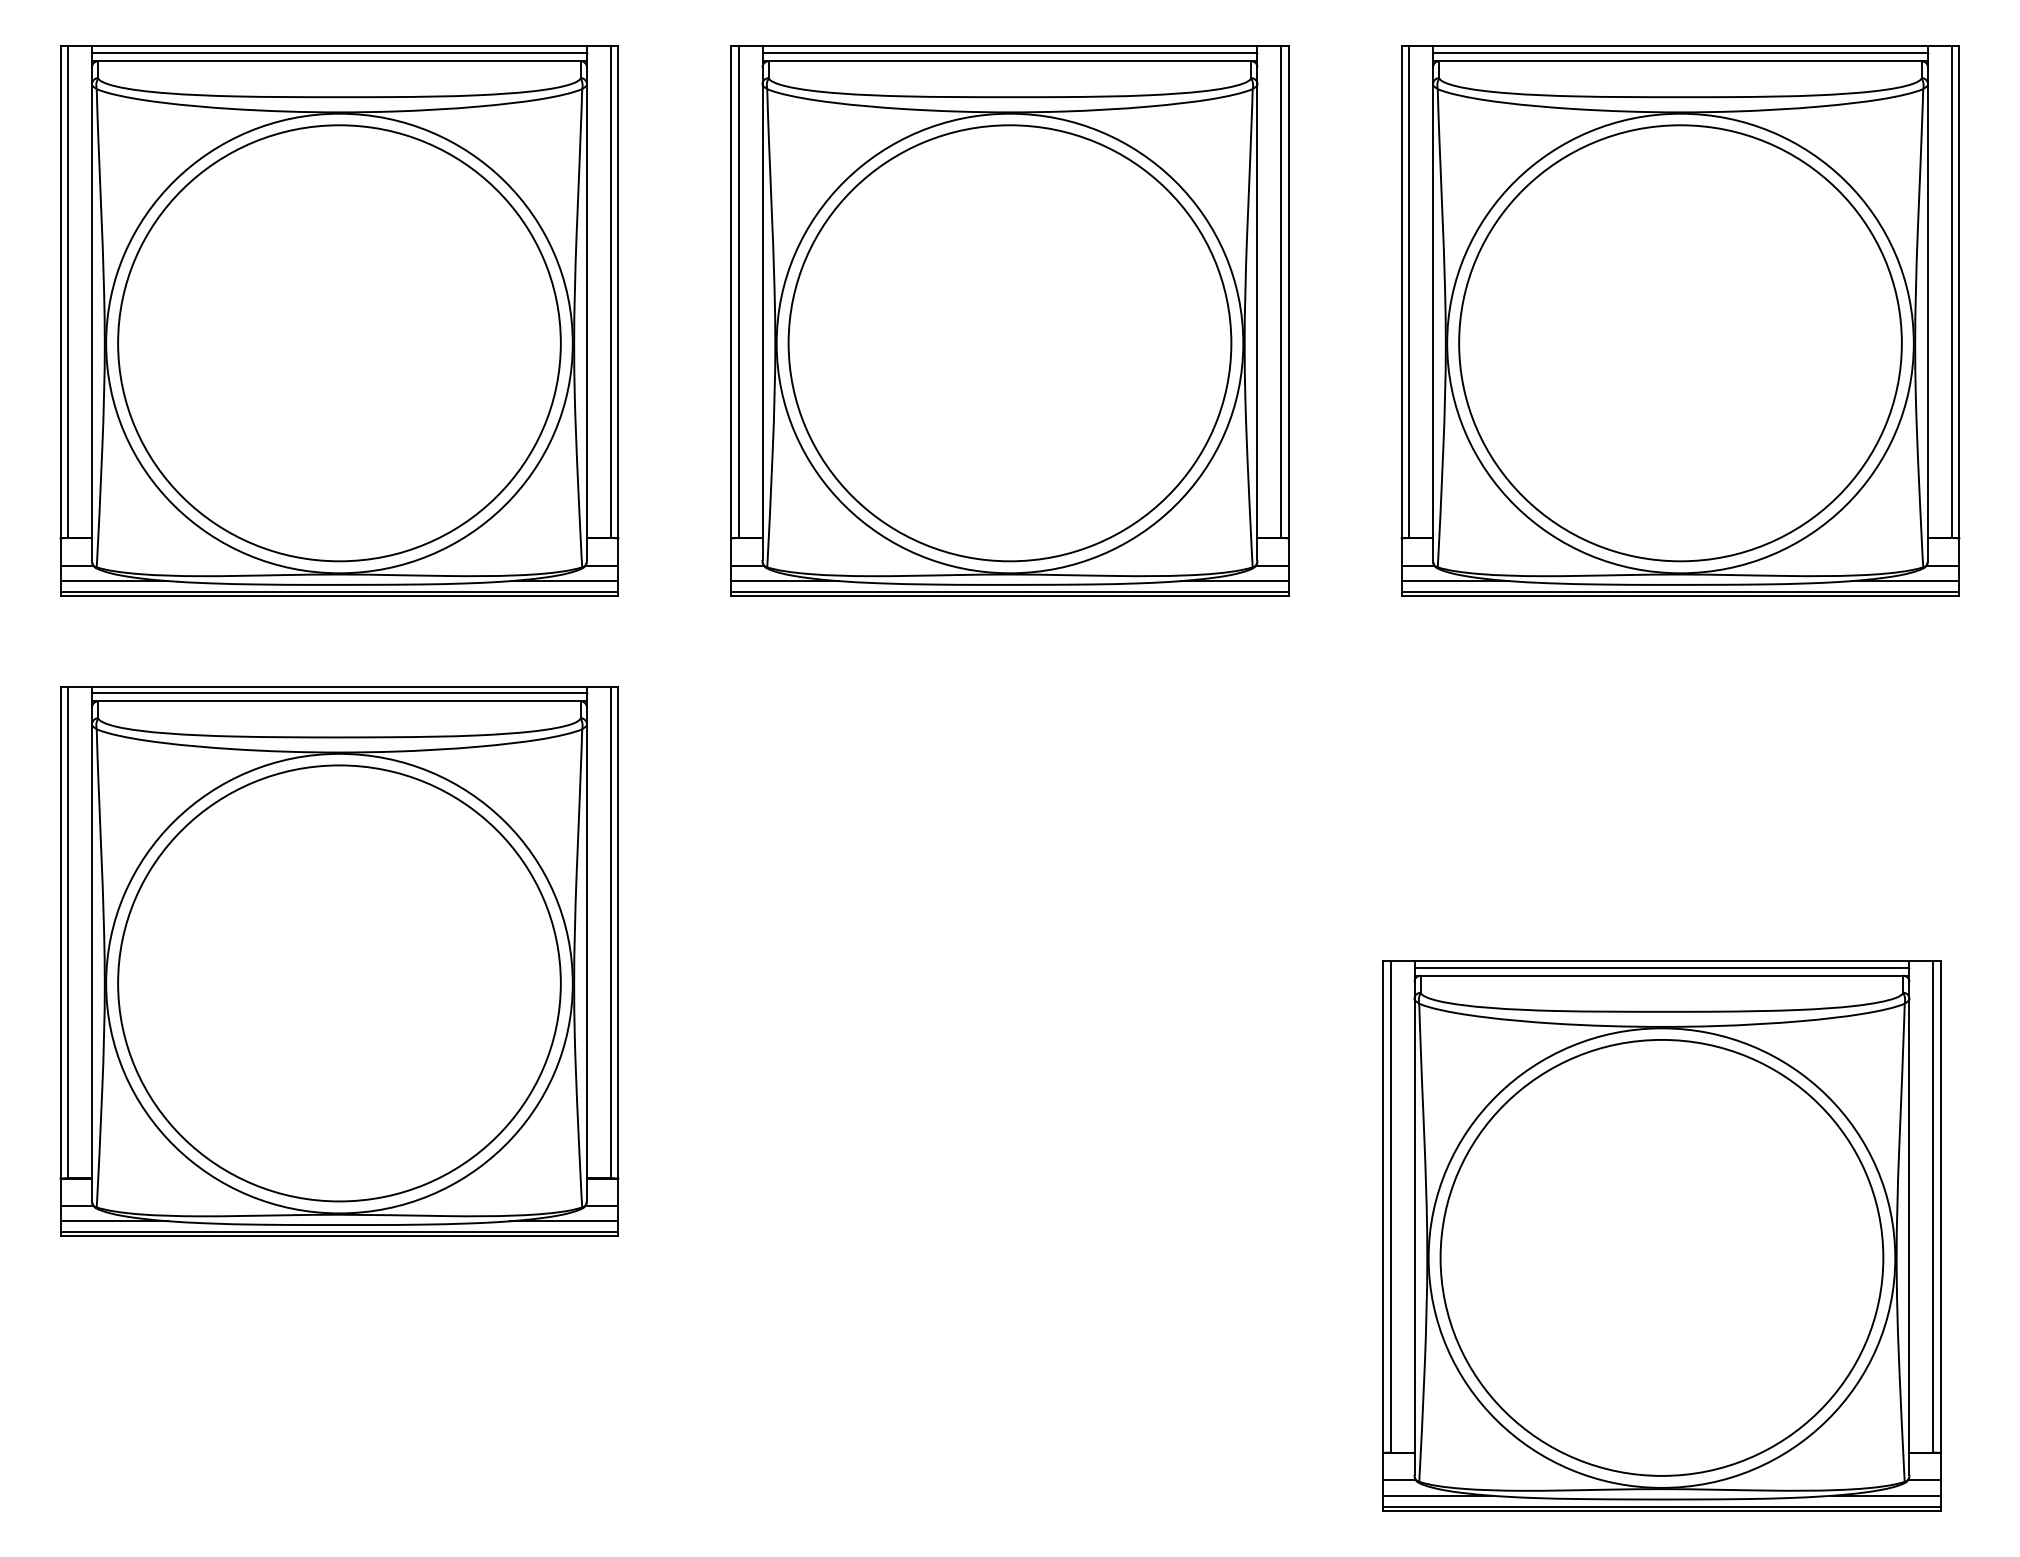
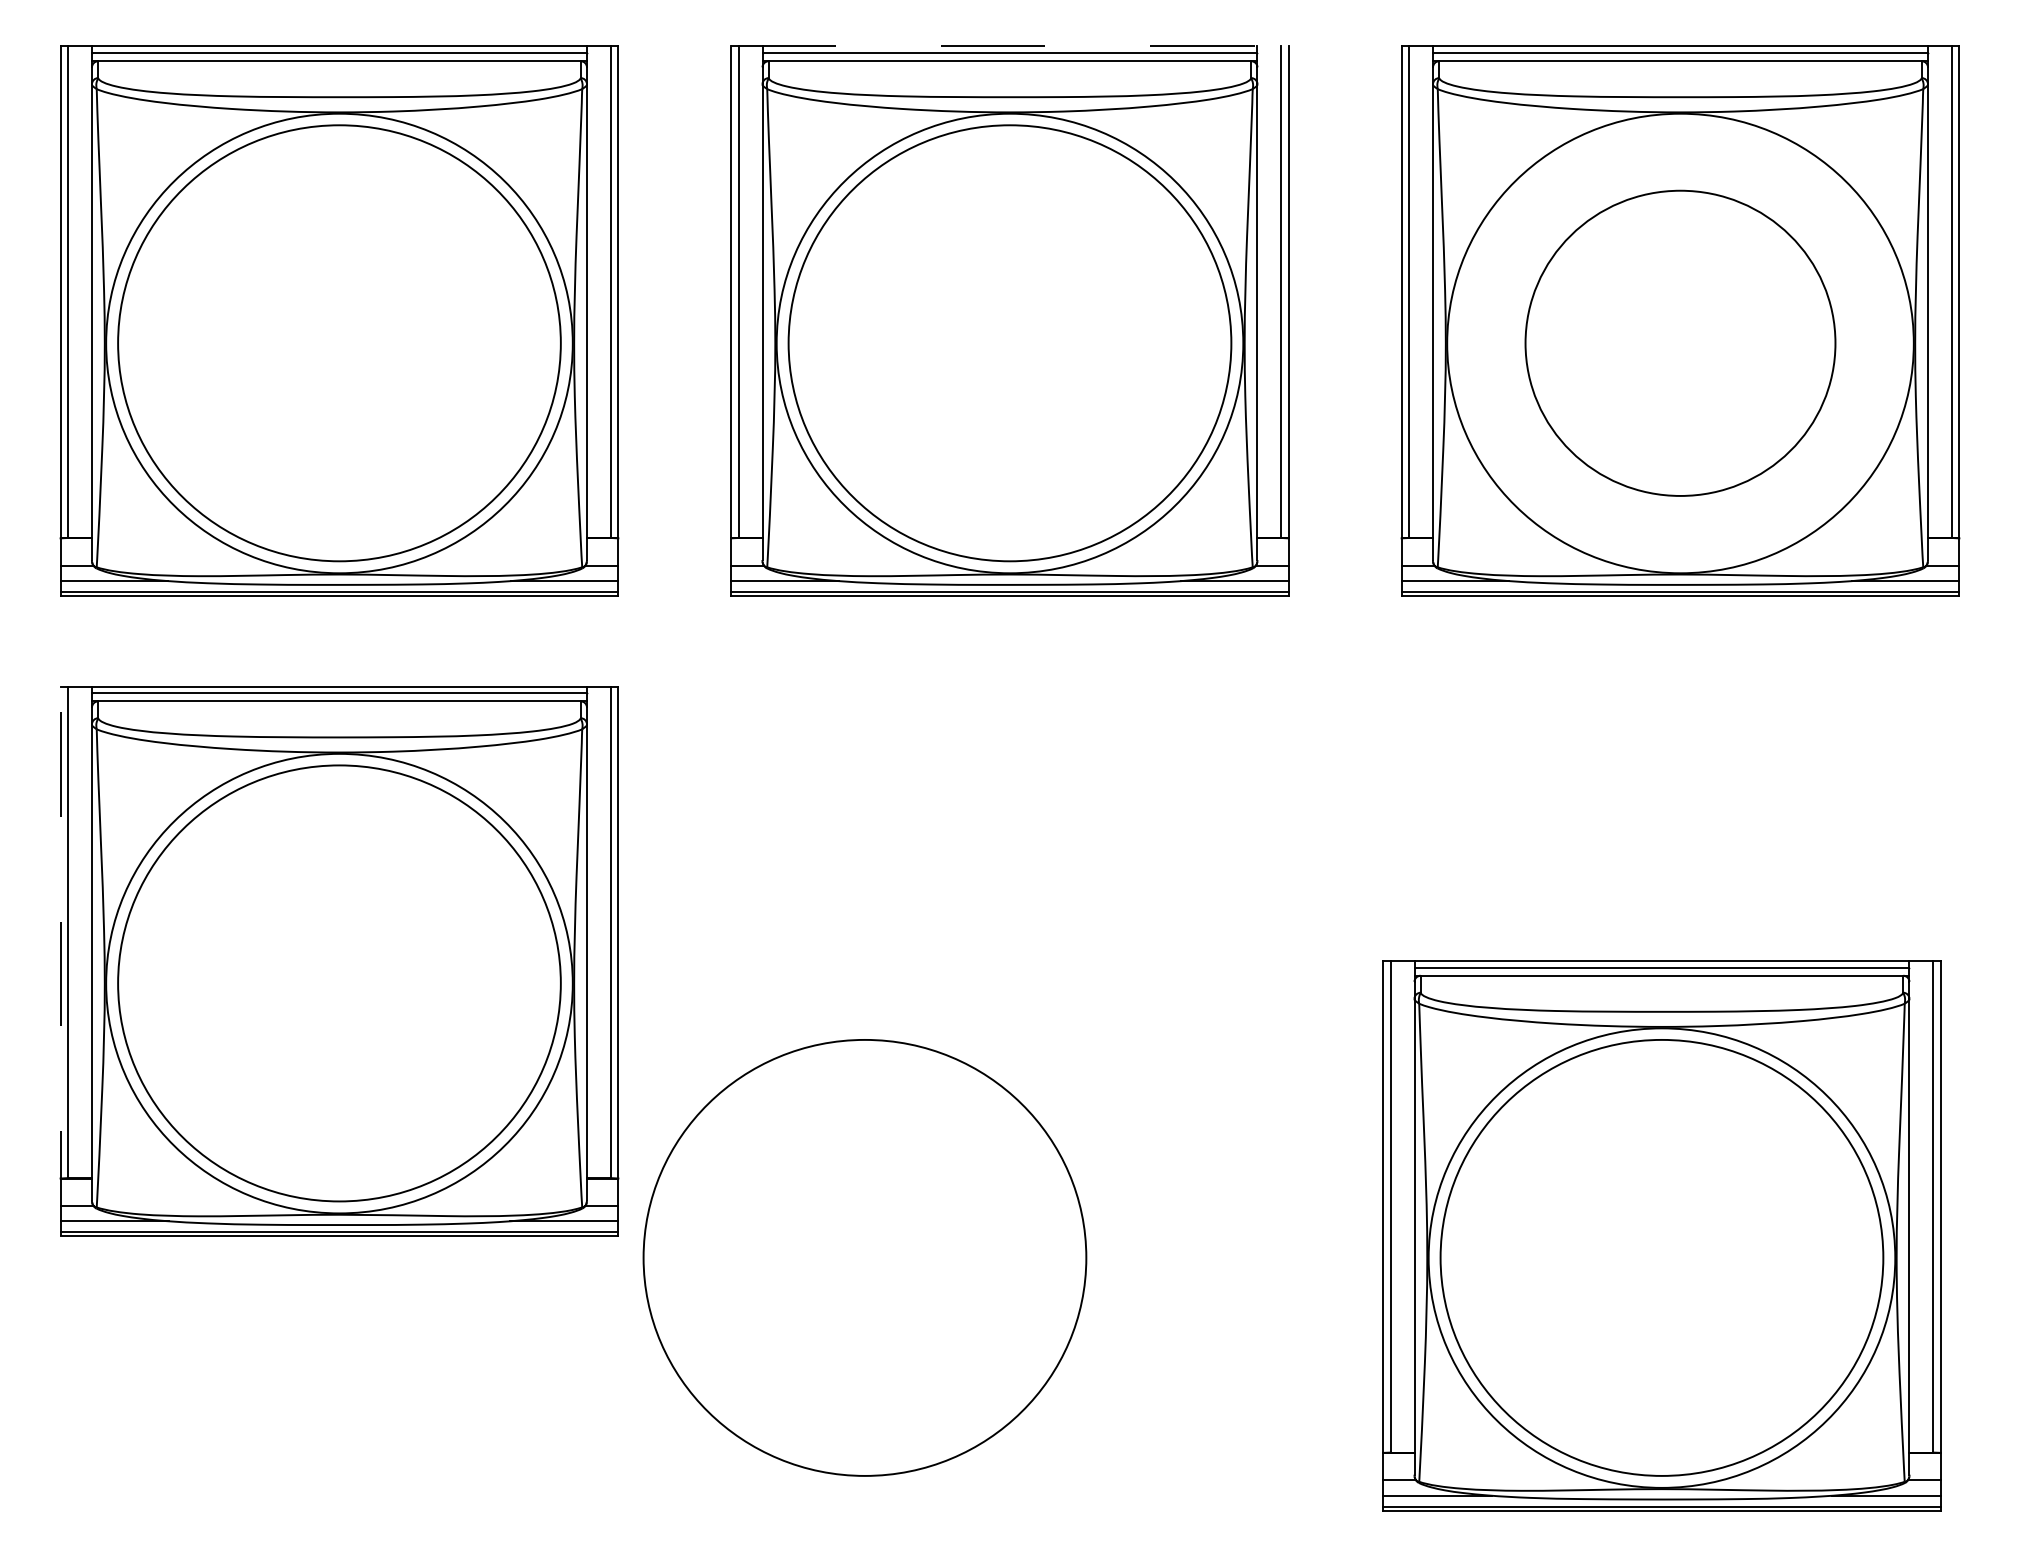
line at (1010, 46): solid -> dashed
part at (1680, 343) size: 445x439 px -> 313x308 px
line at (60, 961): solid -> dashed
part at (864, 1257): none -> present
